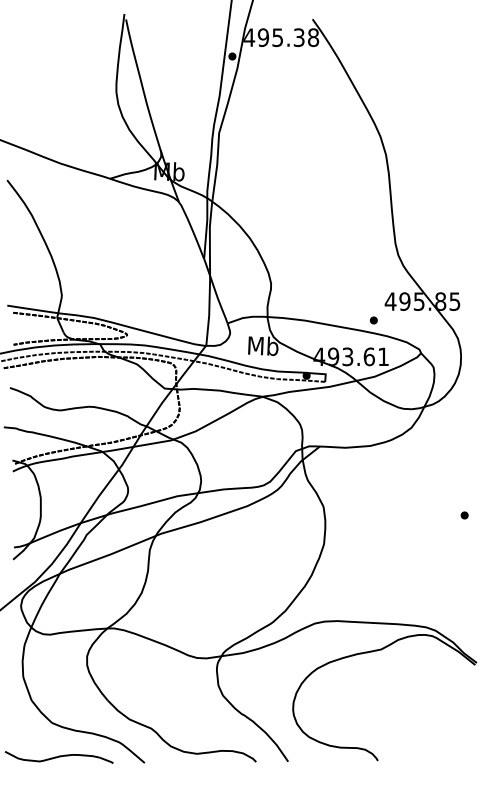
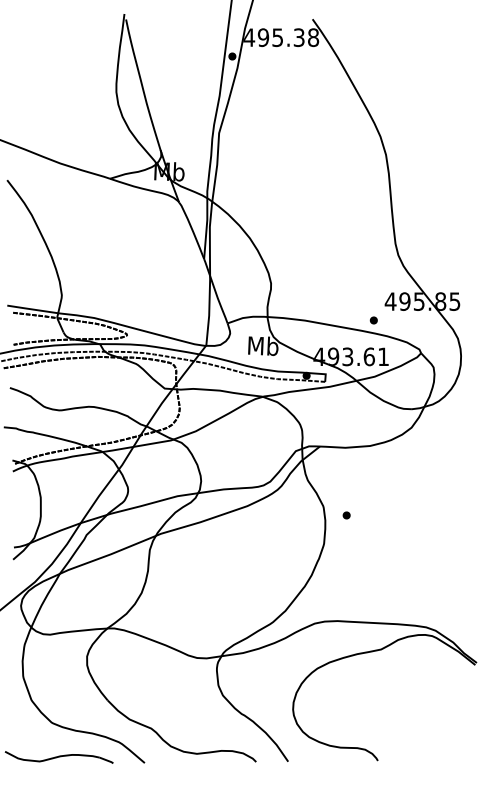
part at (464, 515) position: (464, 515) -> (346, 515)
